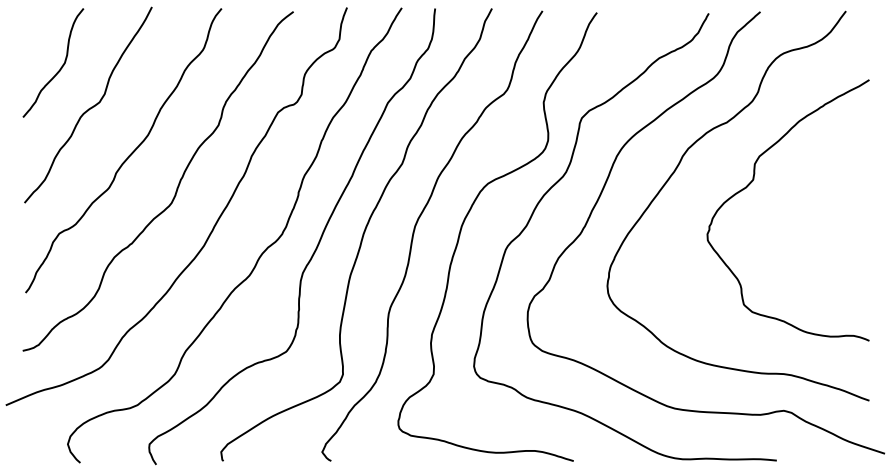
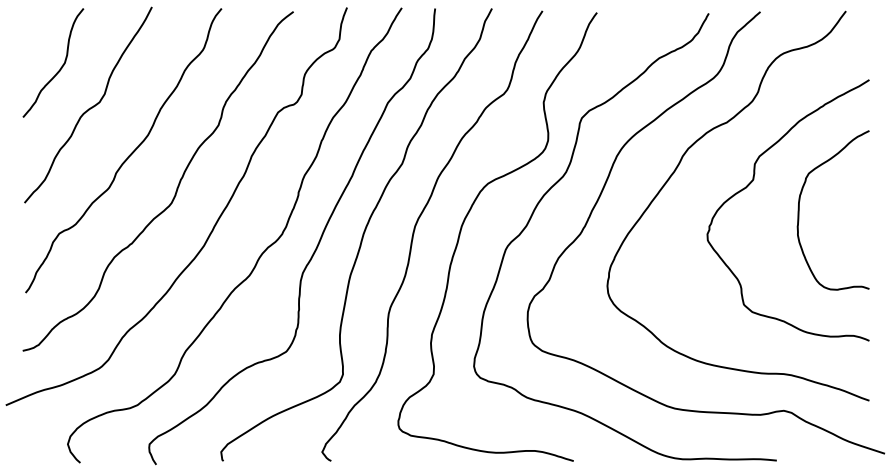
curve at (799, 210): none -> present
